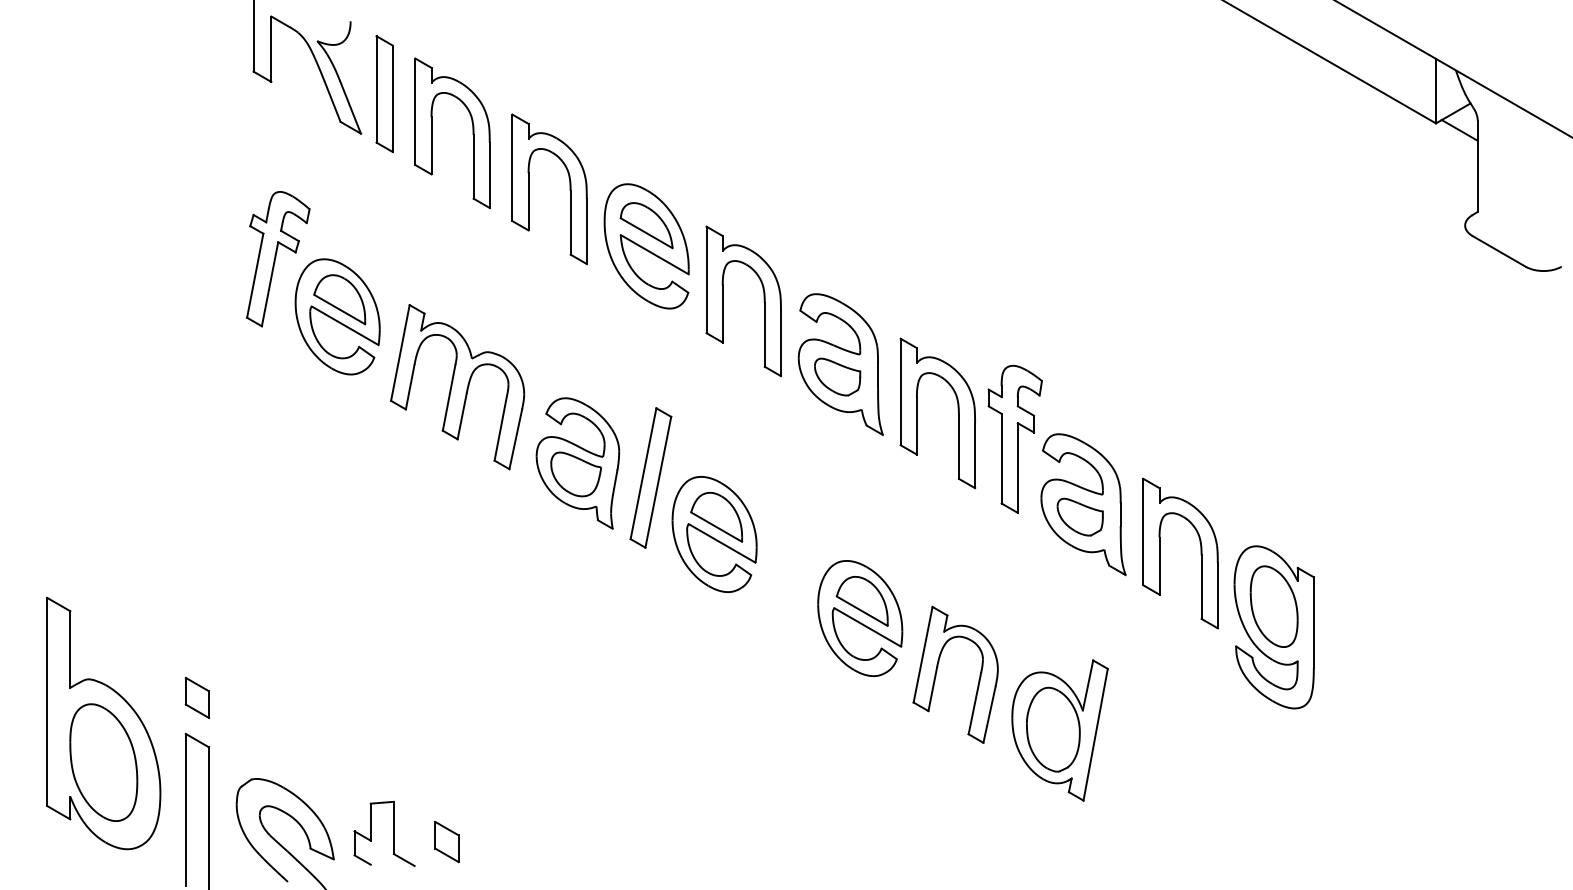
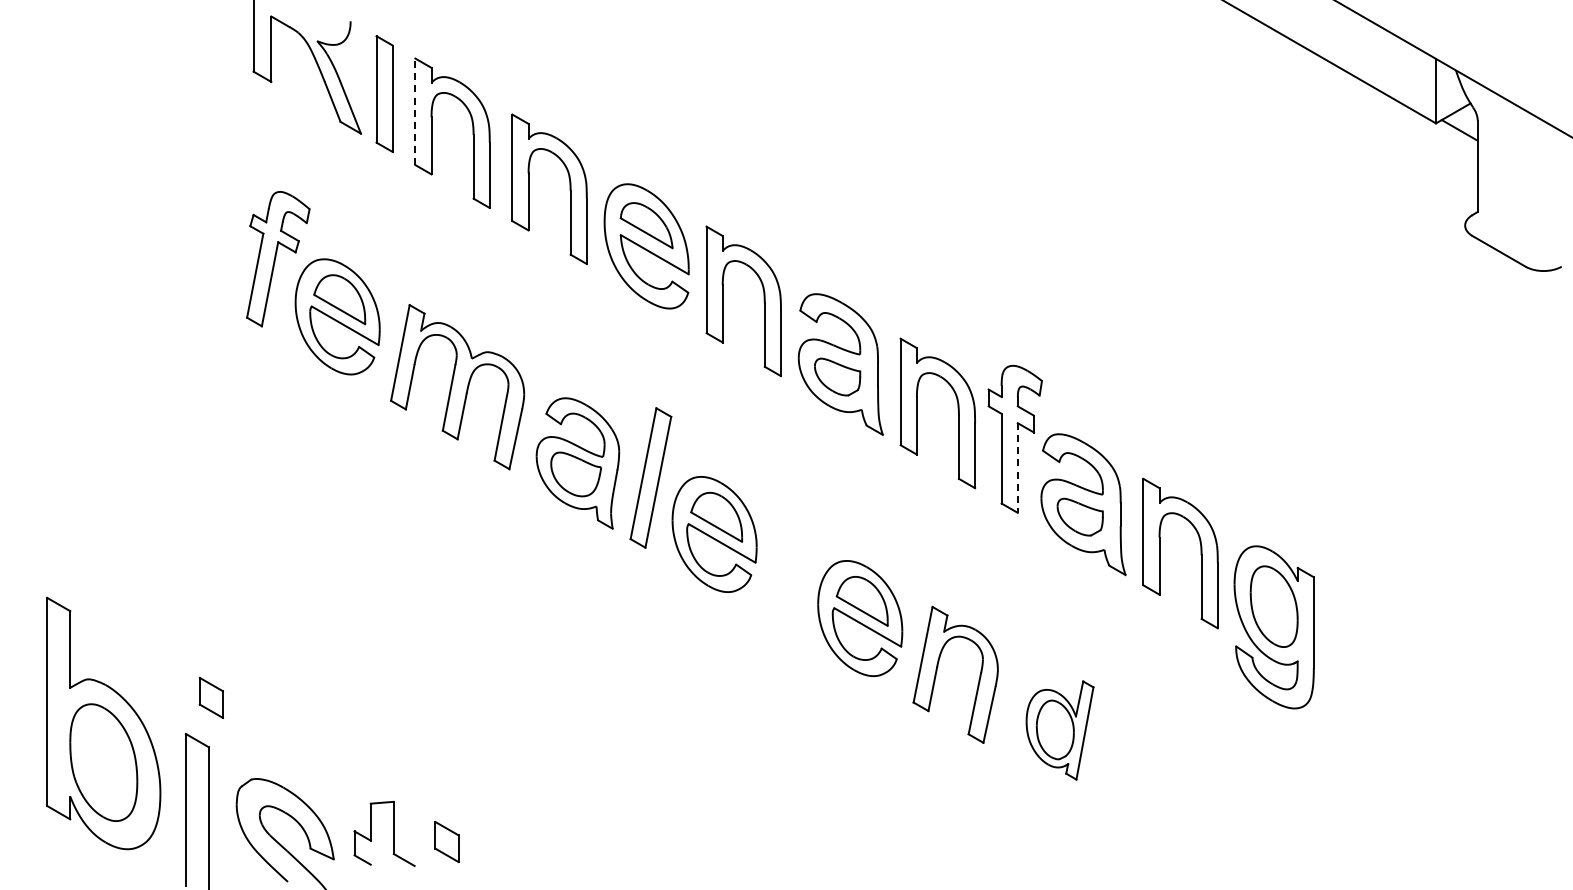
line at (415, 111): solid -> dashed
line at (1017, 468): solid -> dashed
part at (196, 697) position: (196, 697) -> (210, 697)
part at (1059, 730) size: 98x143 px -> 70x101 px
